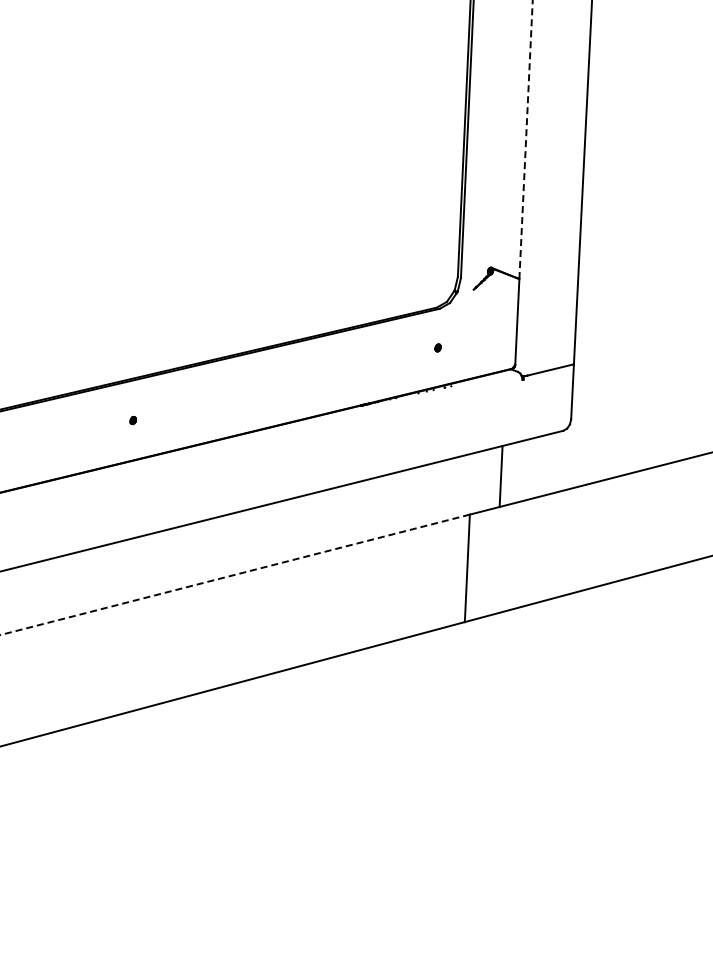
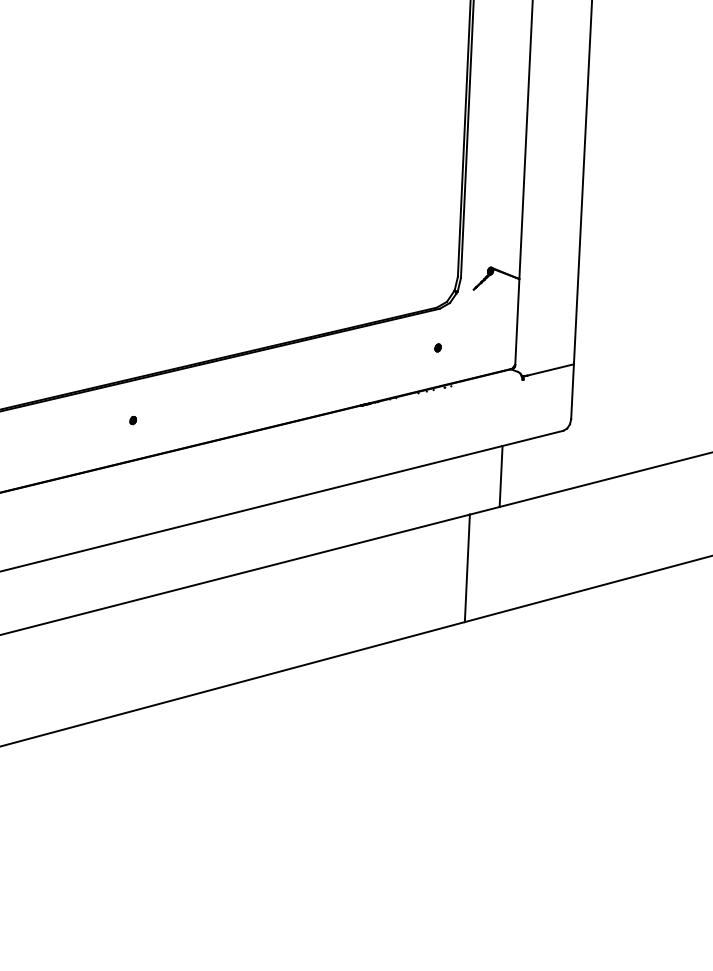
line at (526, 139): dashed -> solid
line at (234, 574): dashed -> solid
